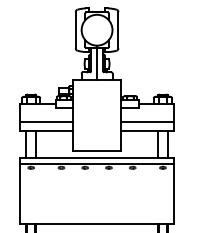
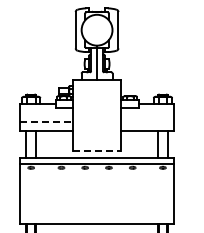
line at (46, 121): solid -> dashed
line at (147, 121): present -> none
line at (97, 151): solid -> dashed
